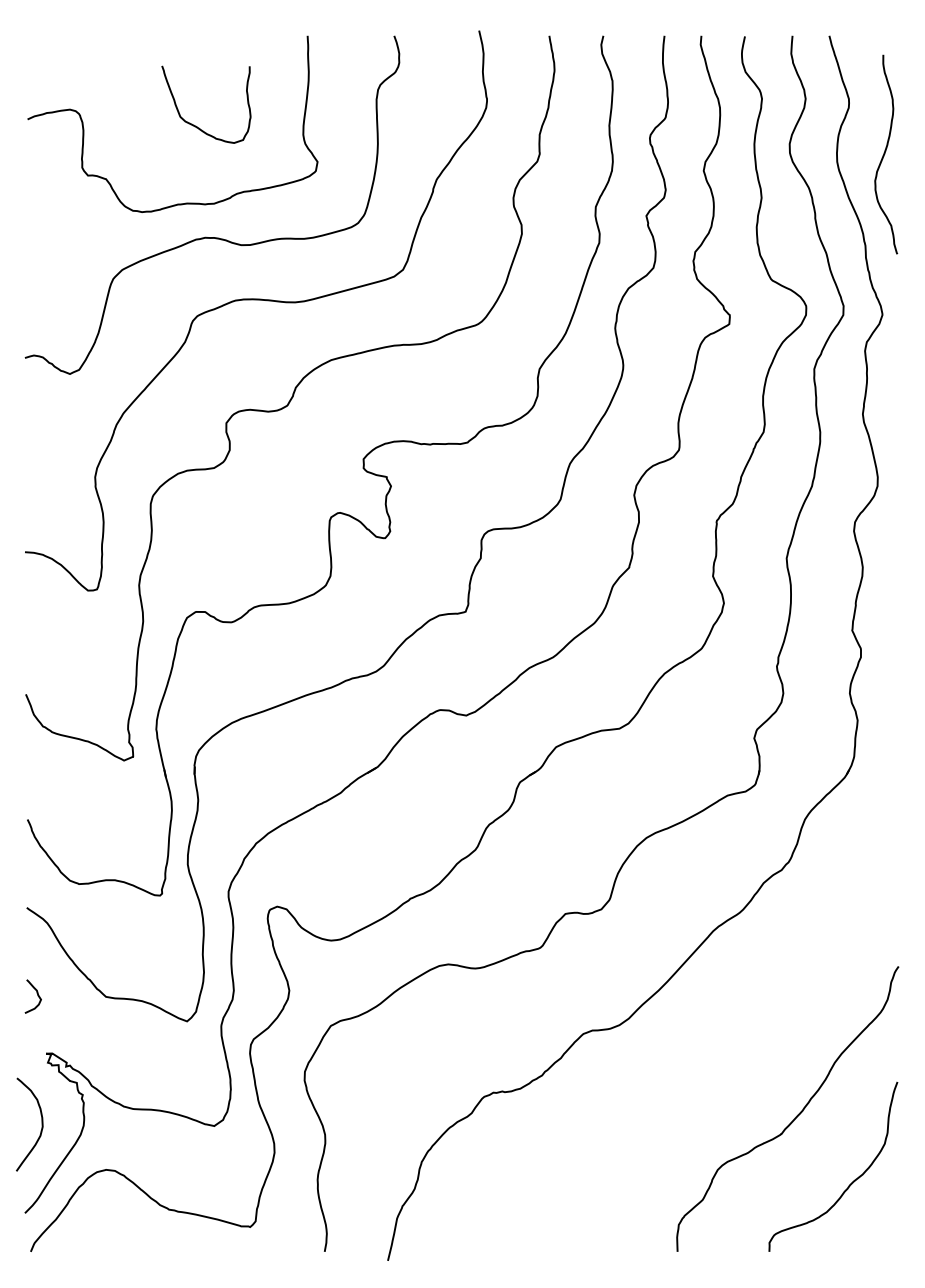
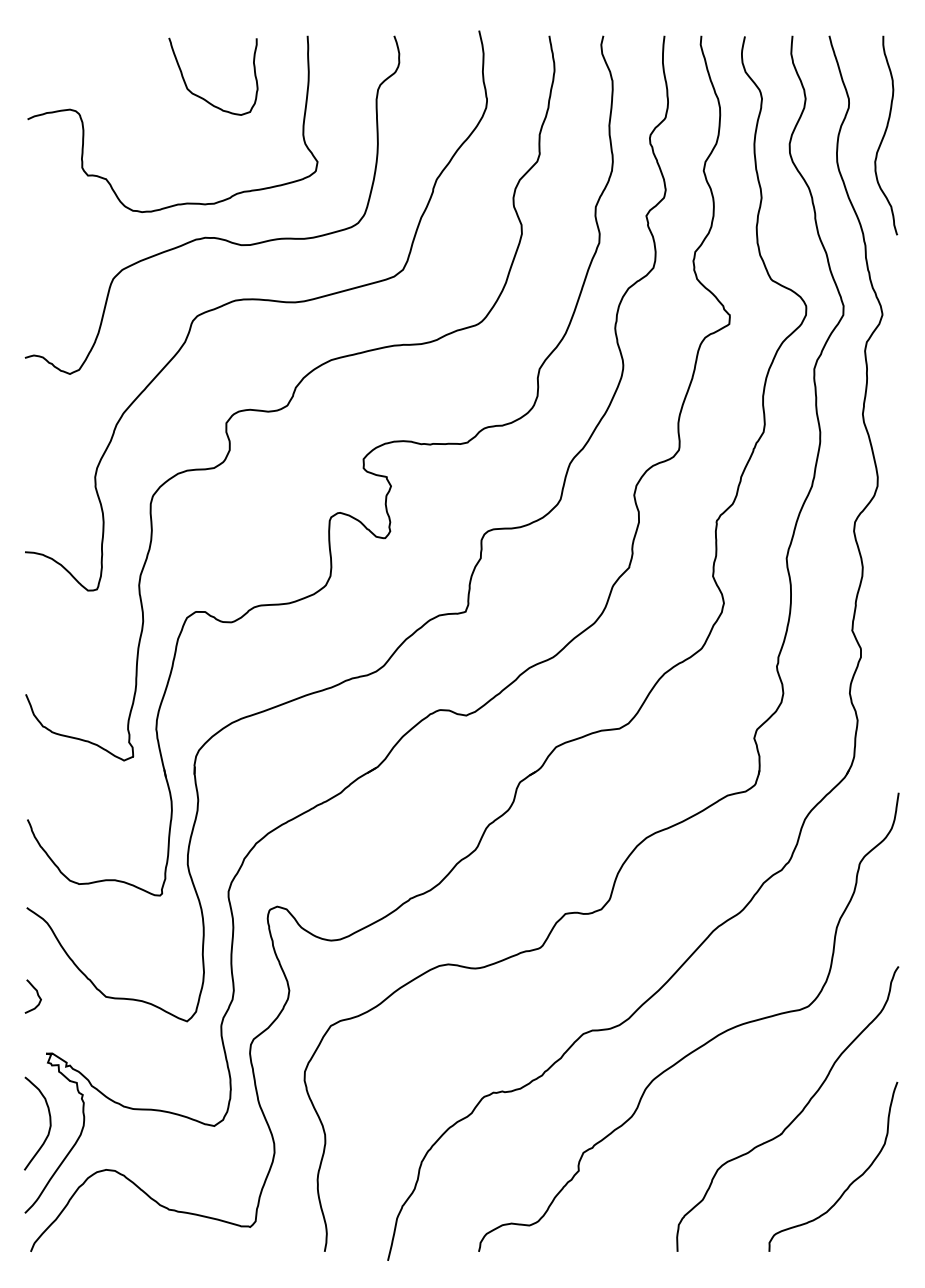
curve at (192, 123) position: (192, 123) -> (199, 95)
curve at (885, 154) position: (885, 154) -> (885, 135)
curve at (702, 1044): none -> present
curve at (41, 1124) position: (41, 1124) -> (49, 1123)
